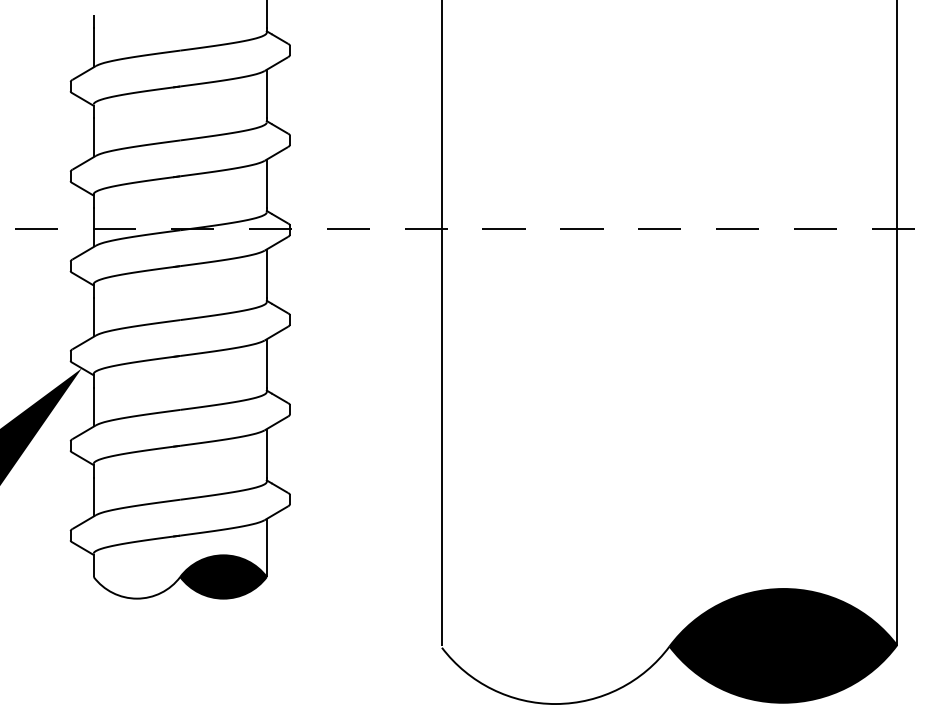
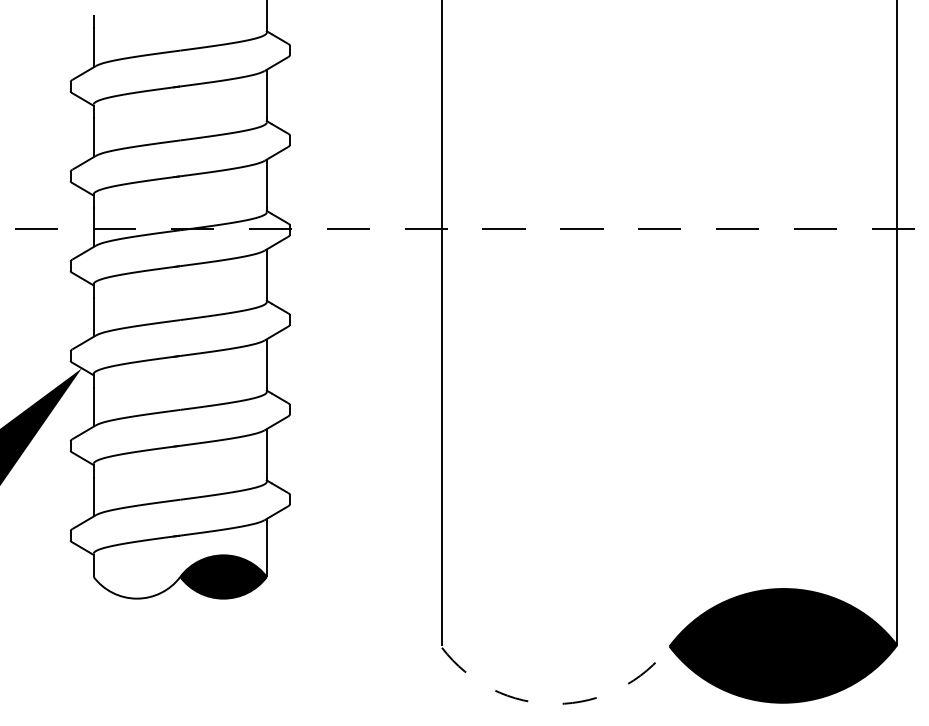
arc at (556, 704): solid -> dashed
